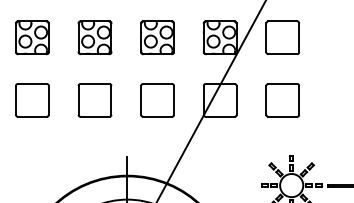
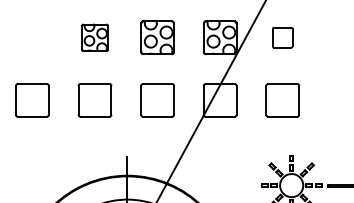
part at (32, 37): present -> none
part at (94, 37) size: 36x36 px -> 28x29 px
part at (282, 37) size: 35x35 px -> 22x22 px
